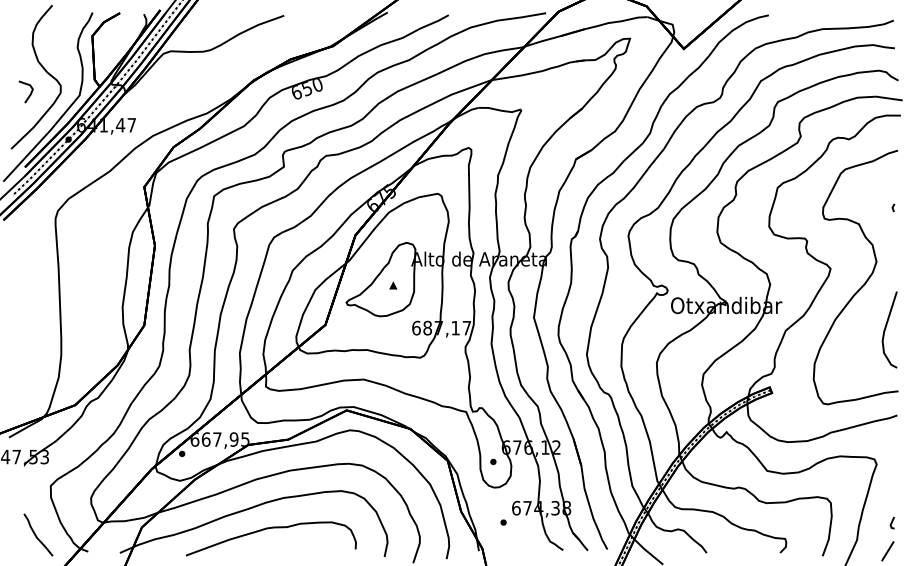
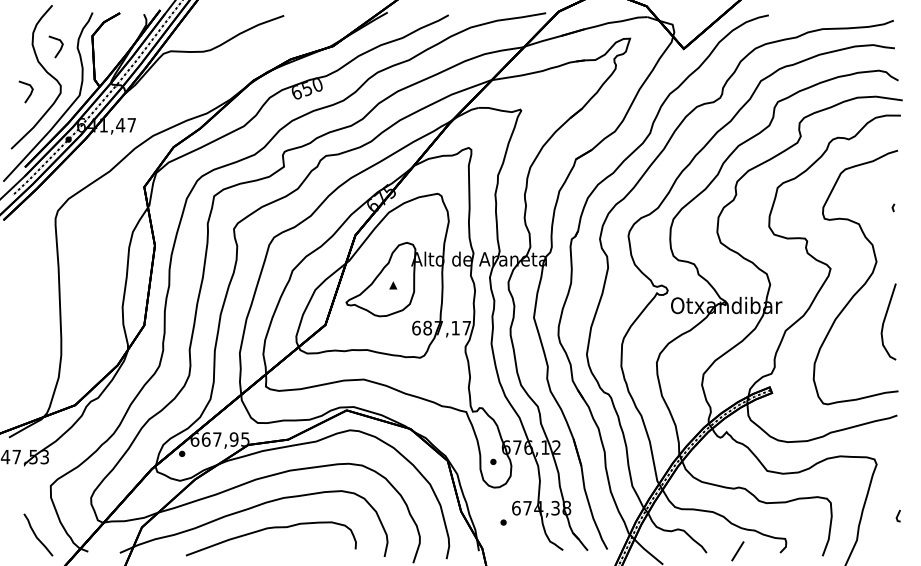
line at (59, 49): none -> present
curve at (886, 328) position: (886, 328) -> (885, 320)
line at (891, 522) position: (891, 522) -> (897, 515)
line at (887, 551) position: (887, 551) -> (737, 551)
